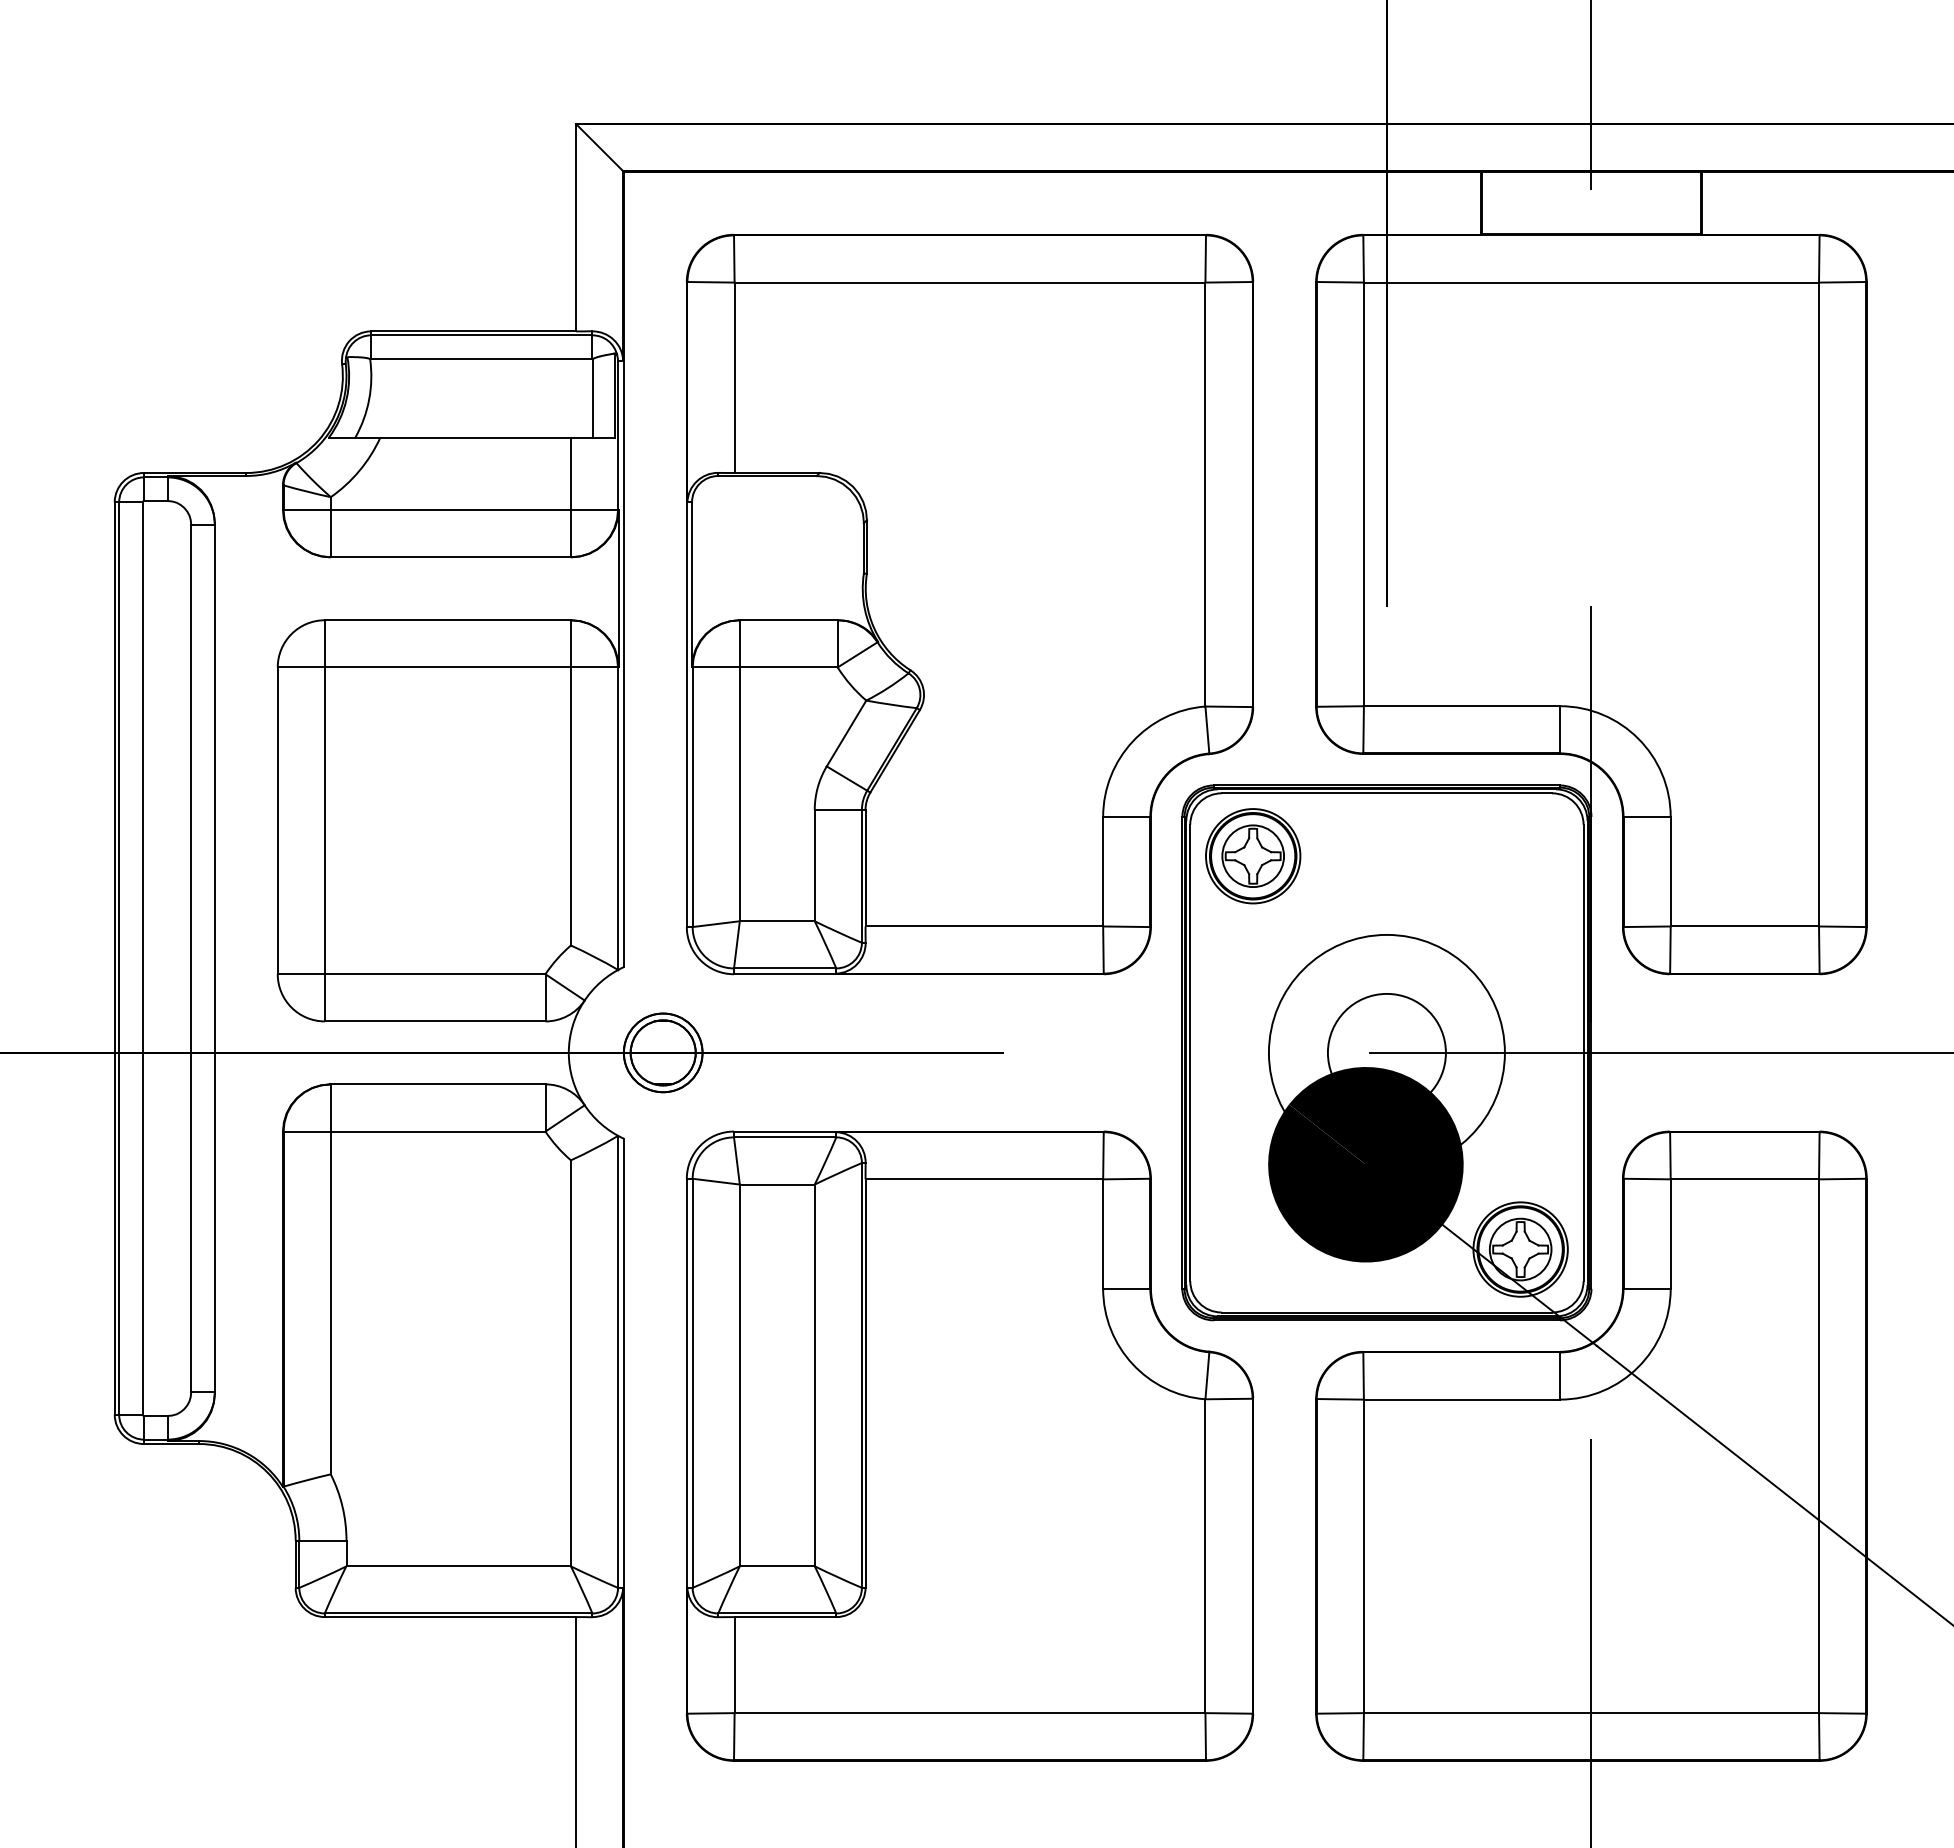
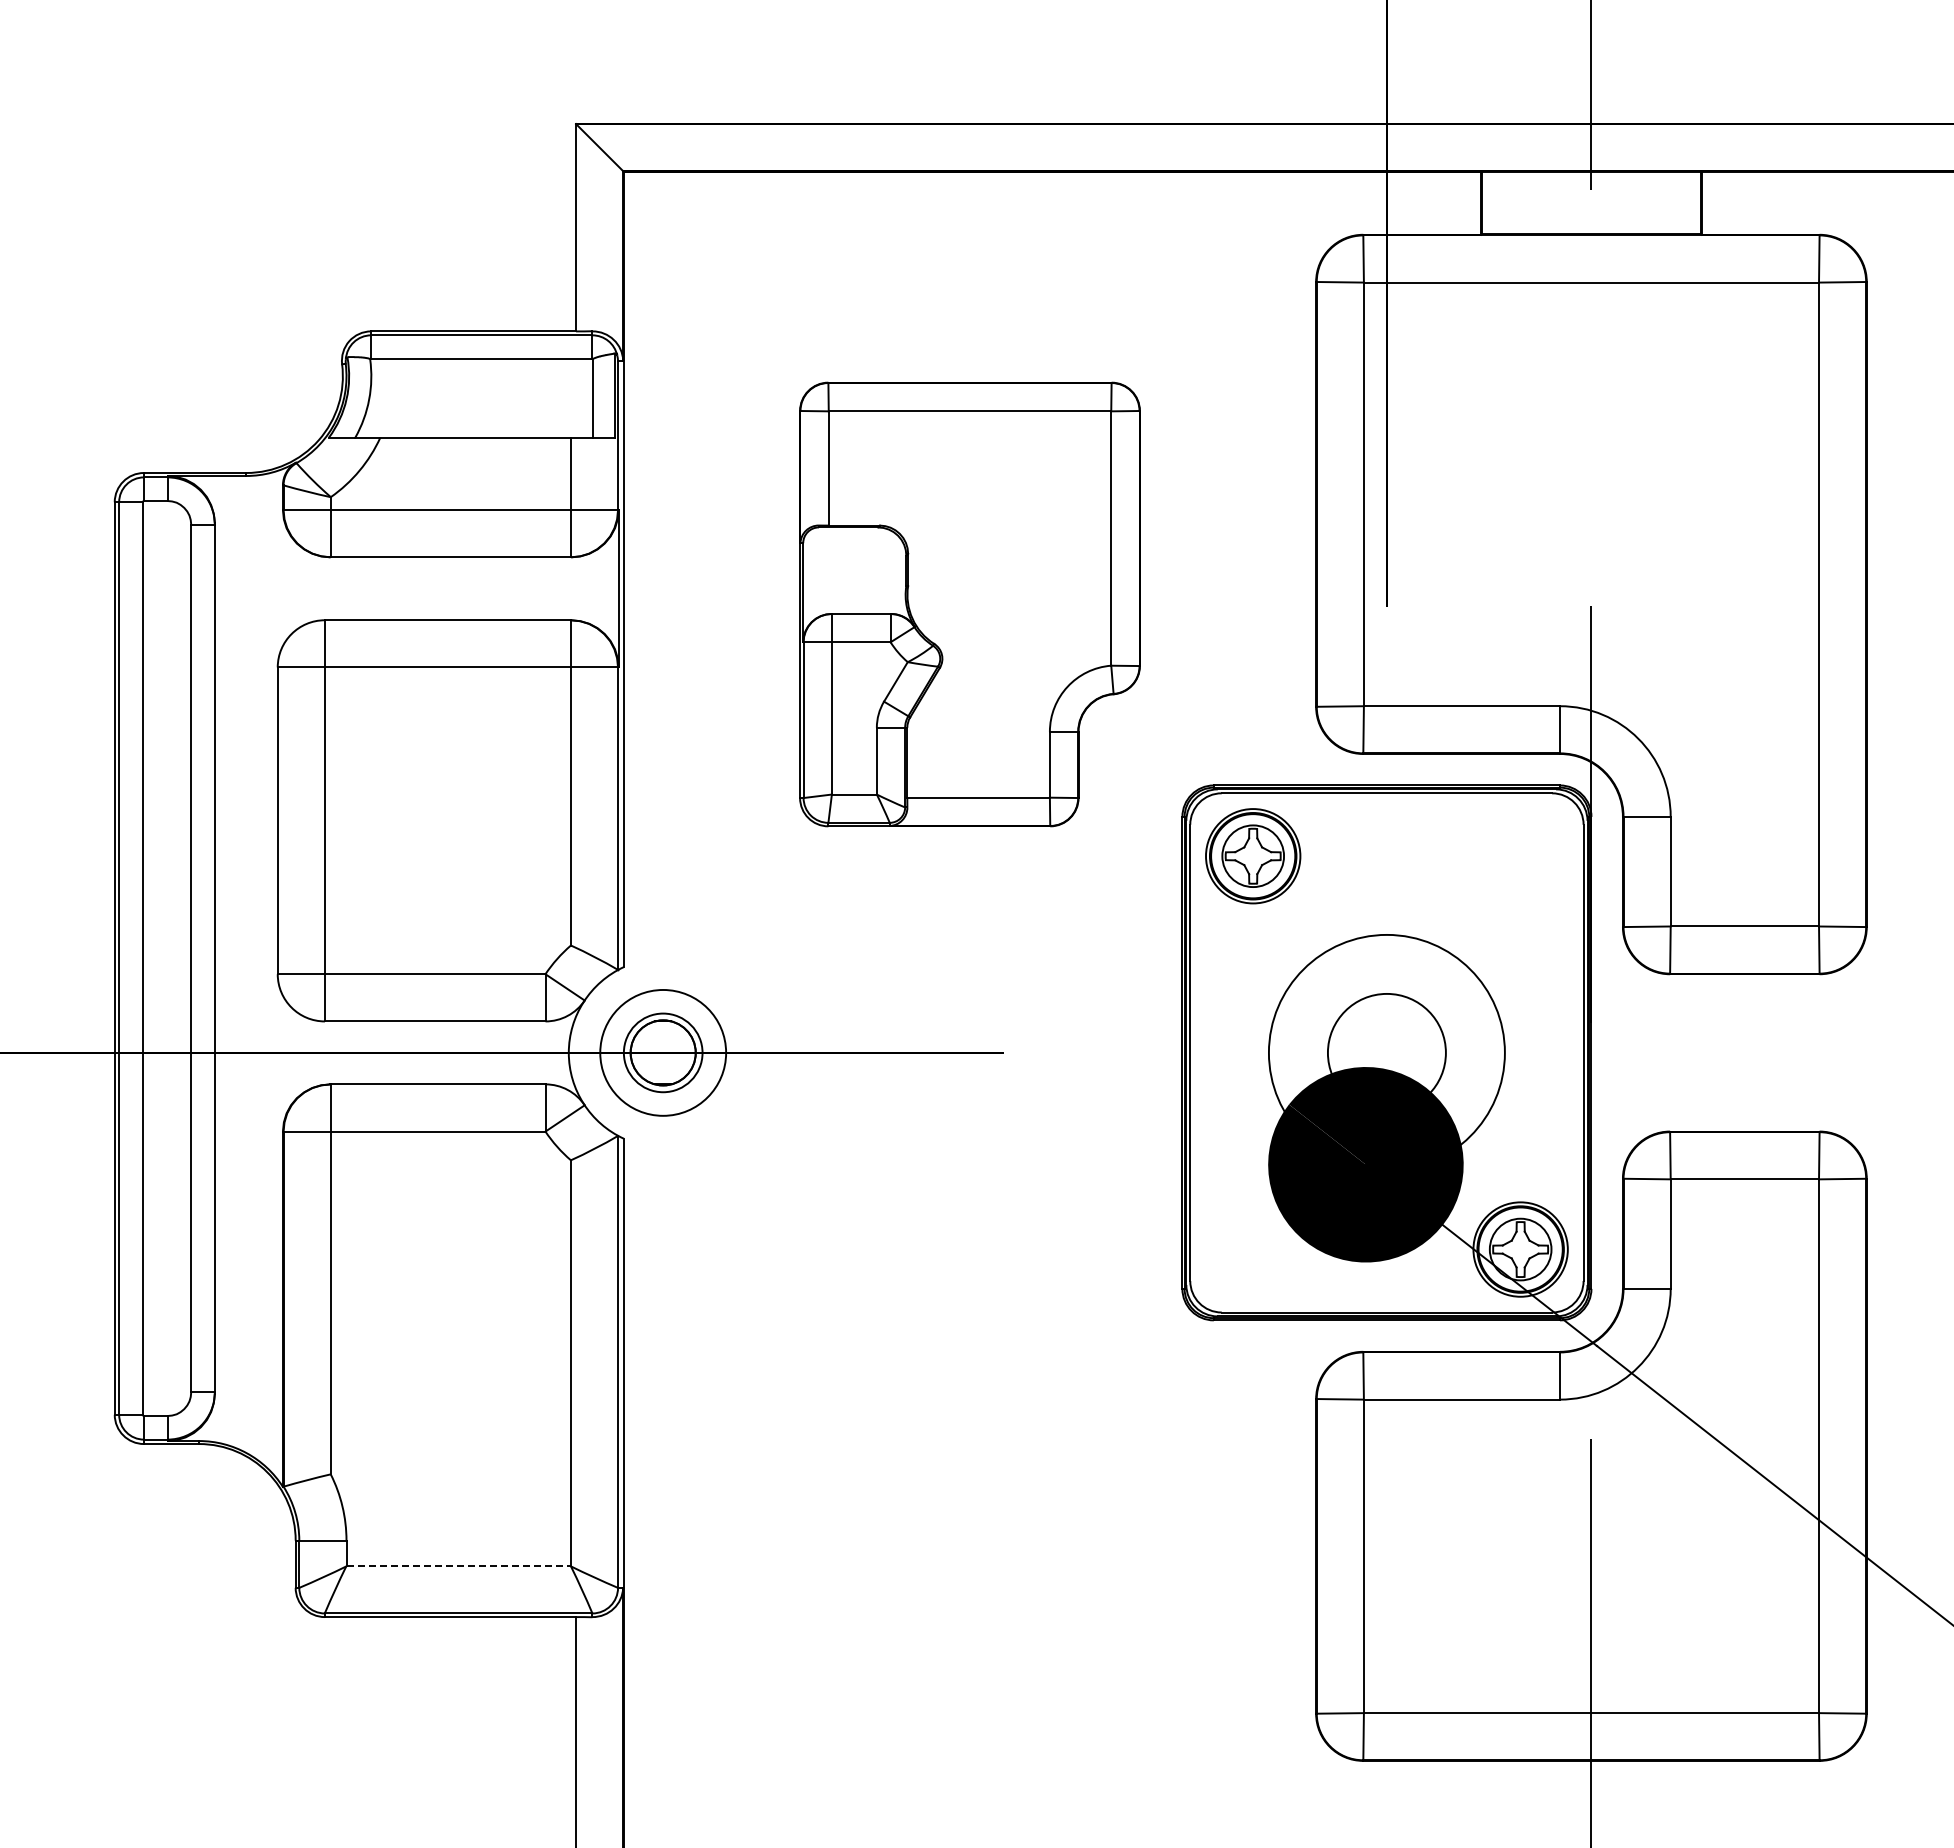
part at (969, 604) size: 570x743 px -> 342x447 px
circle at (662, 1052) diameter: 79 px -> 126 px
line at (1659, 1052): present -> none
part at (970, 1445): present -> none
line at (459, 1566): solid -> dashed
